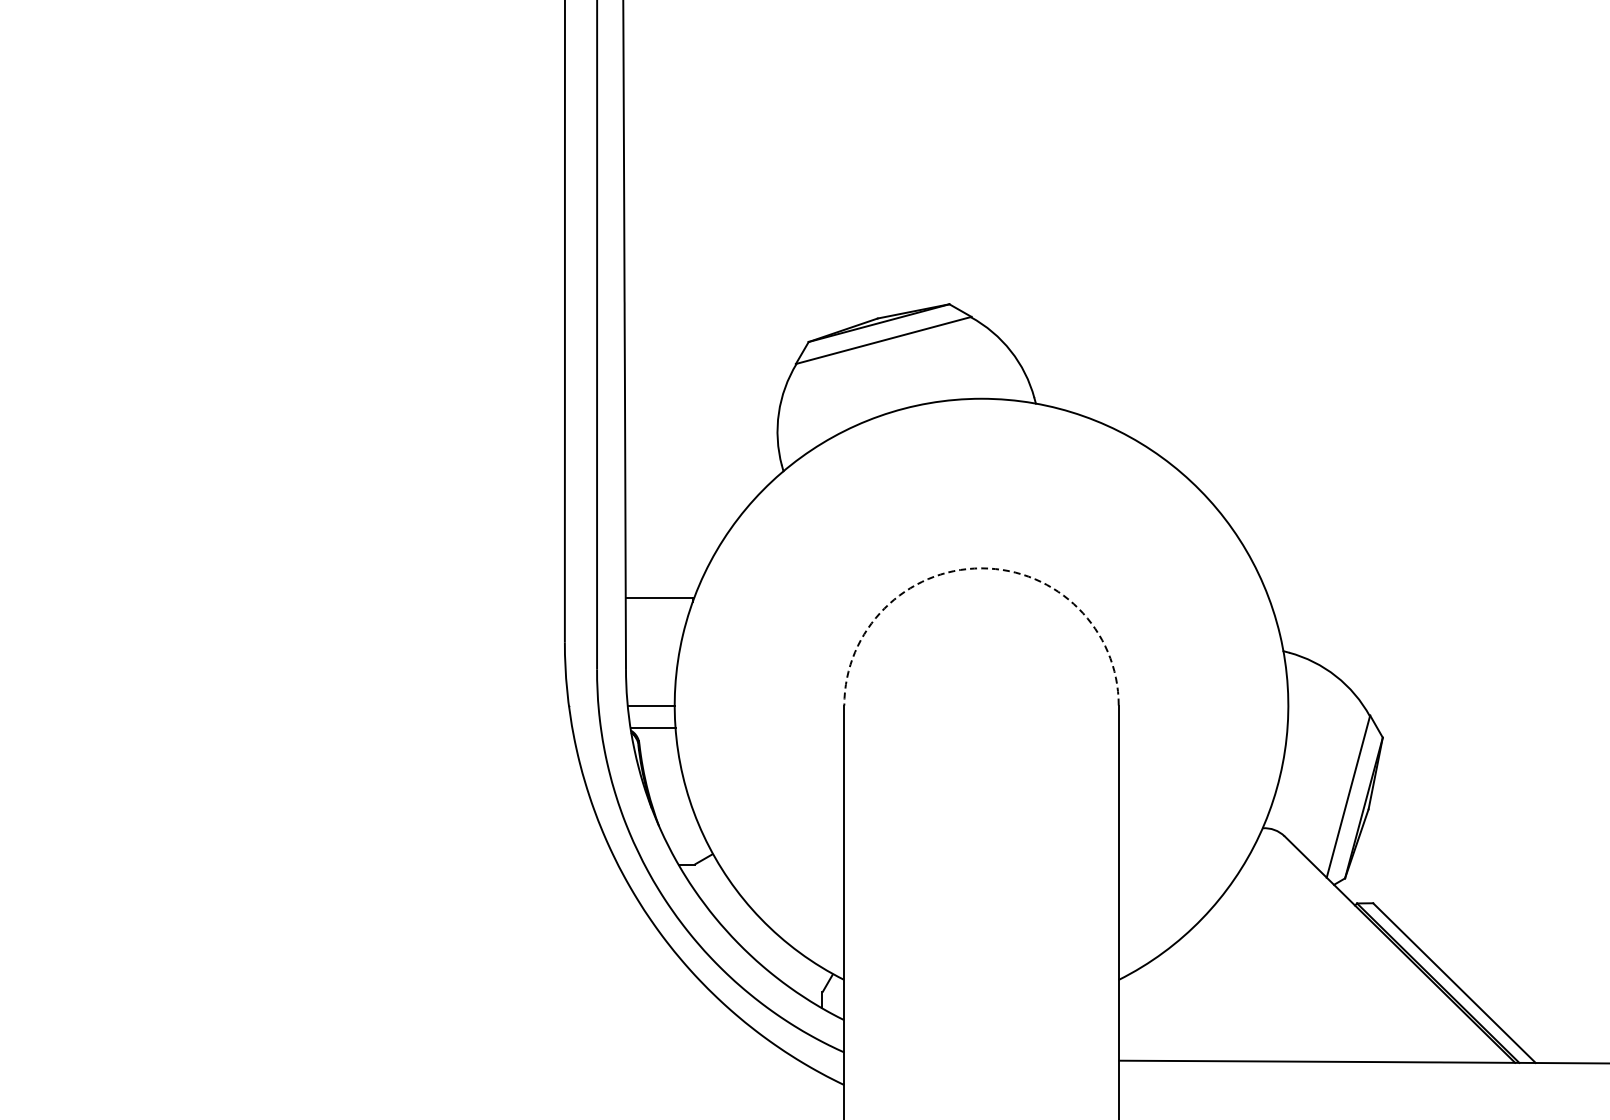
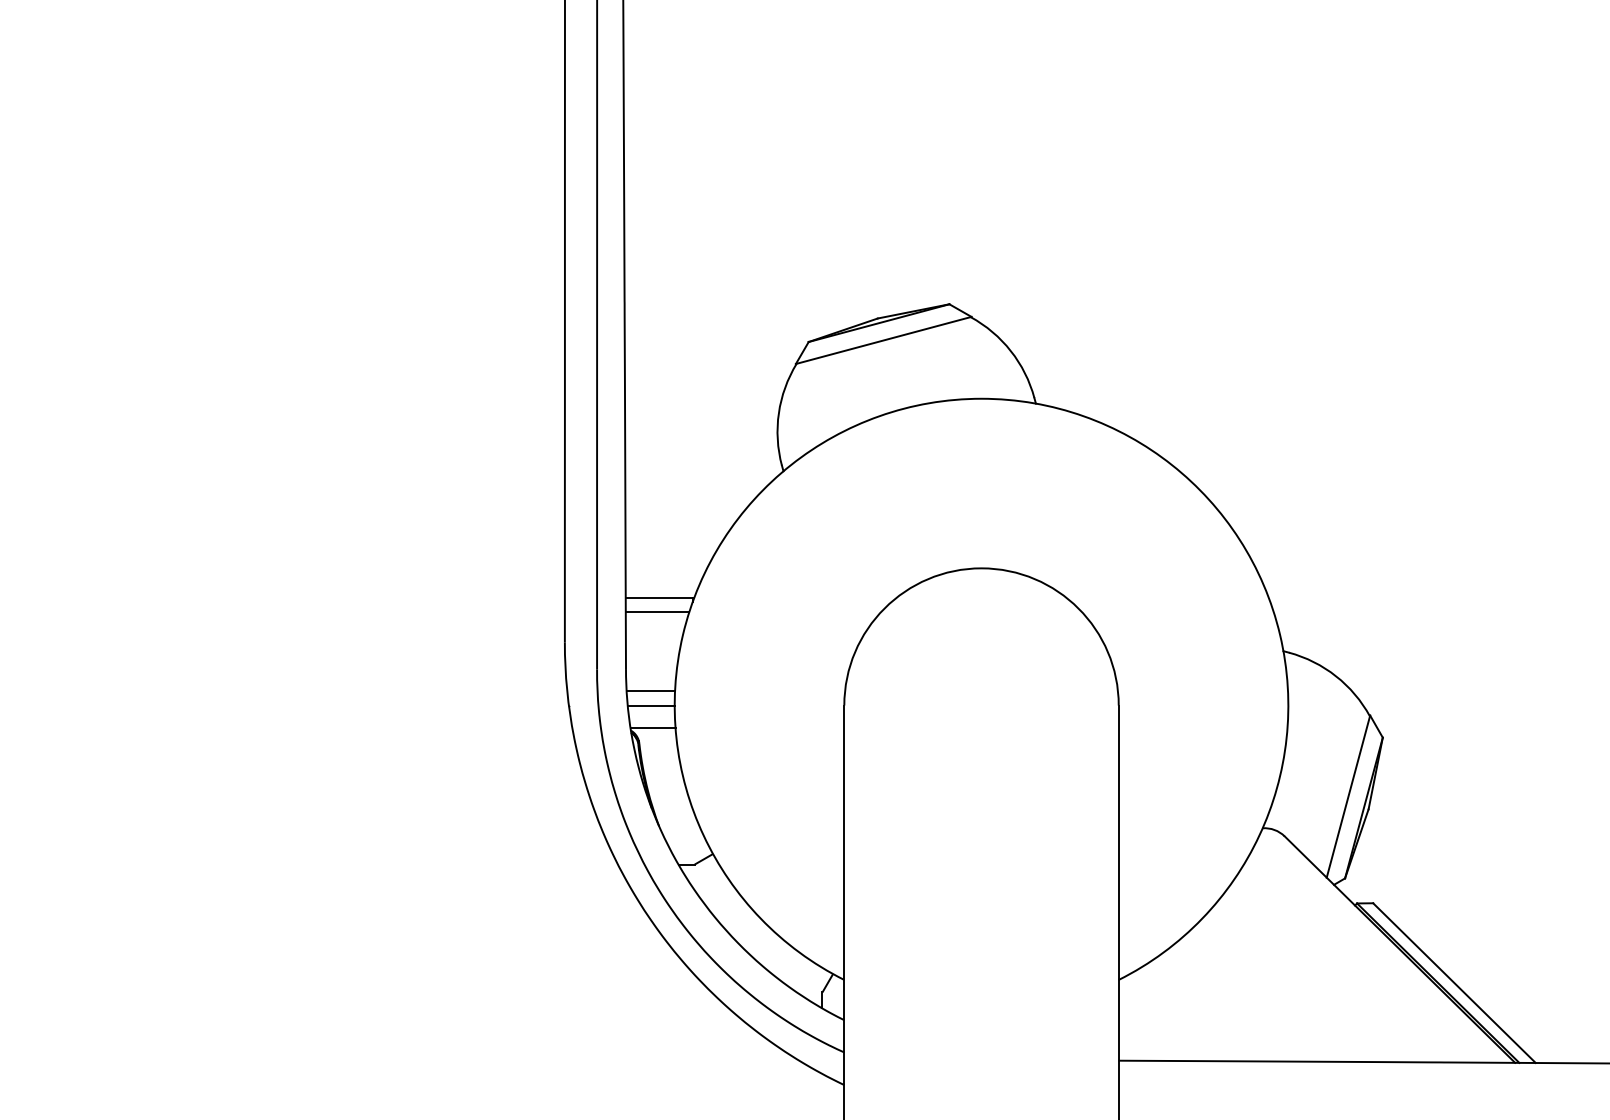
arc at (981, 568): dashed -> solid
line at (657, 611): none -> present
line at (650, 691): none -> present
